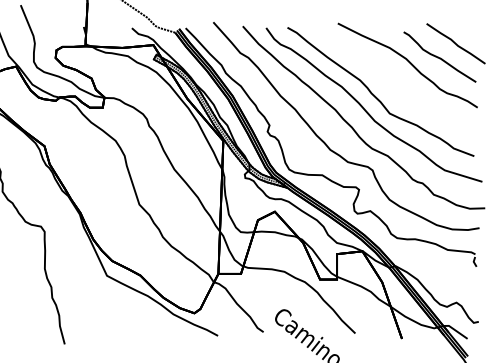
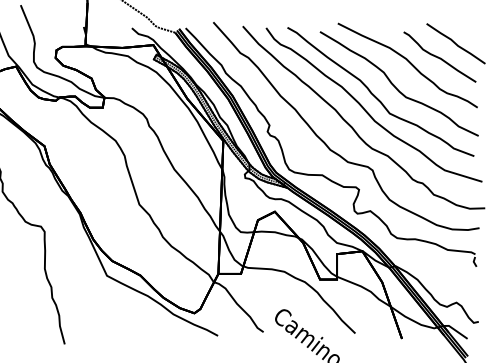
part at (398, 83): none -> present
